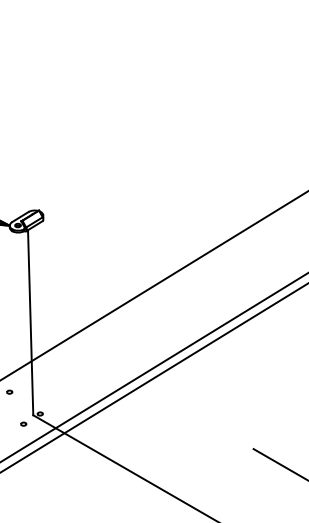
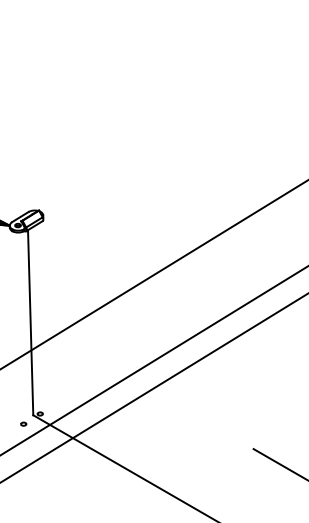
line at (153, 285) position: (153, 285) -> (153, 274)
line at (153, 367) position: (153, 367) -> (153, 360)
line at (153, 378) position: (153, 378) -> (153, 388)
part at (9, 391): present -> none
